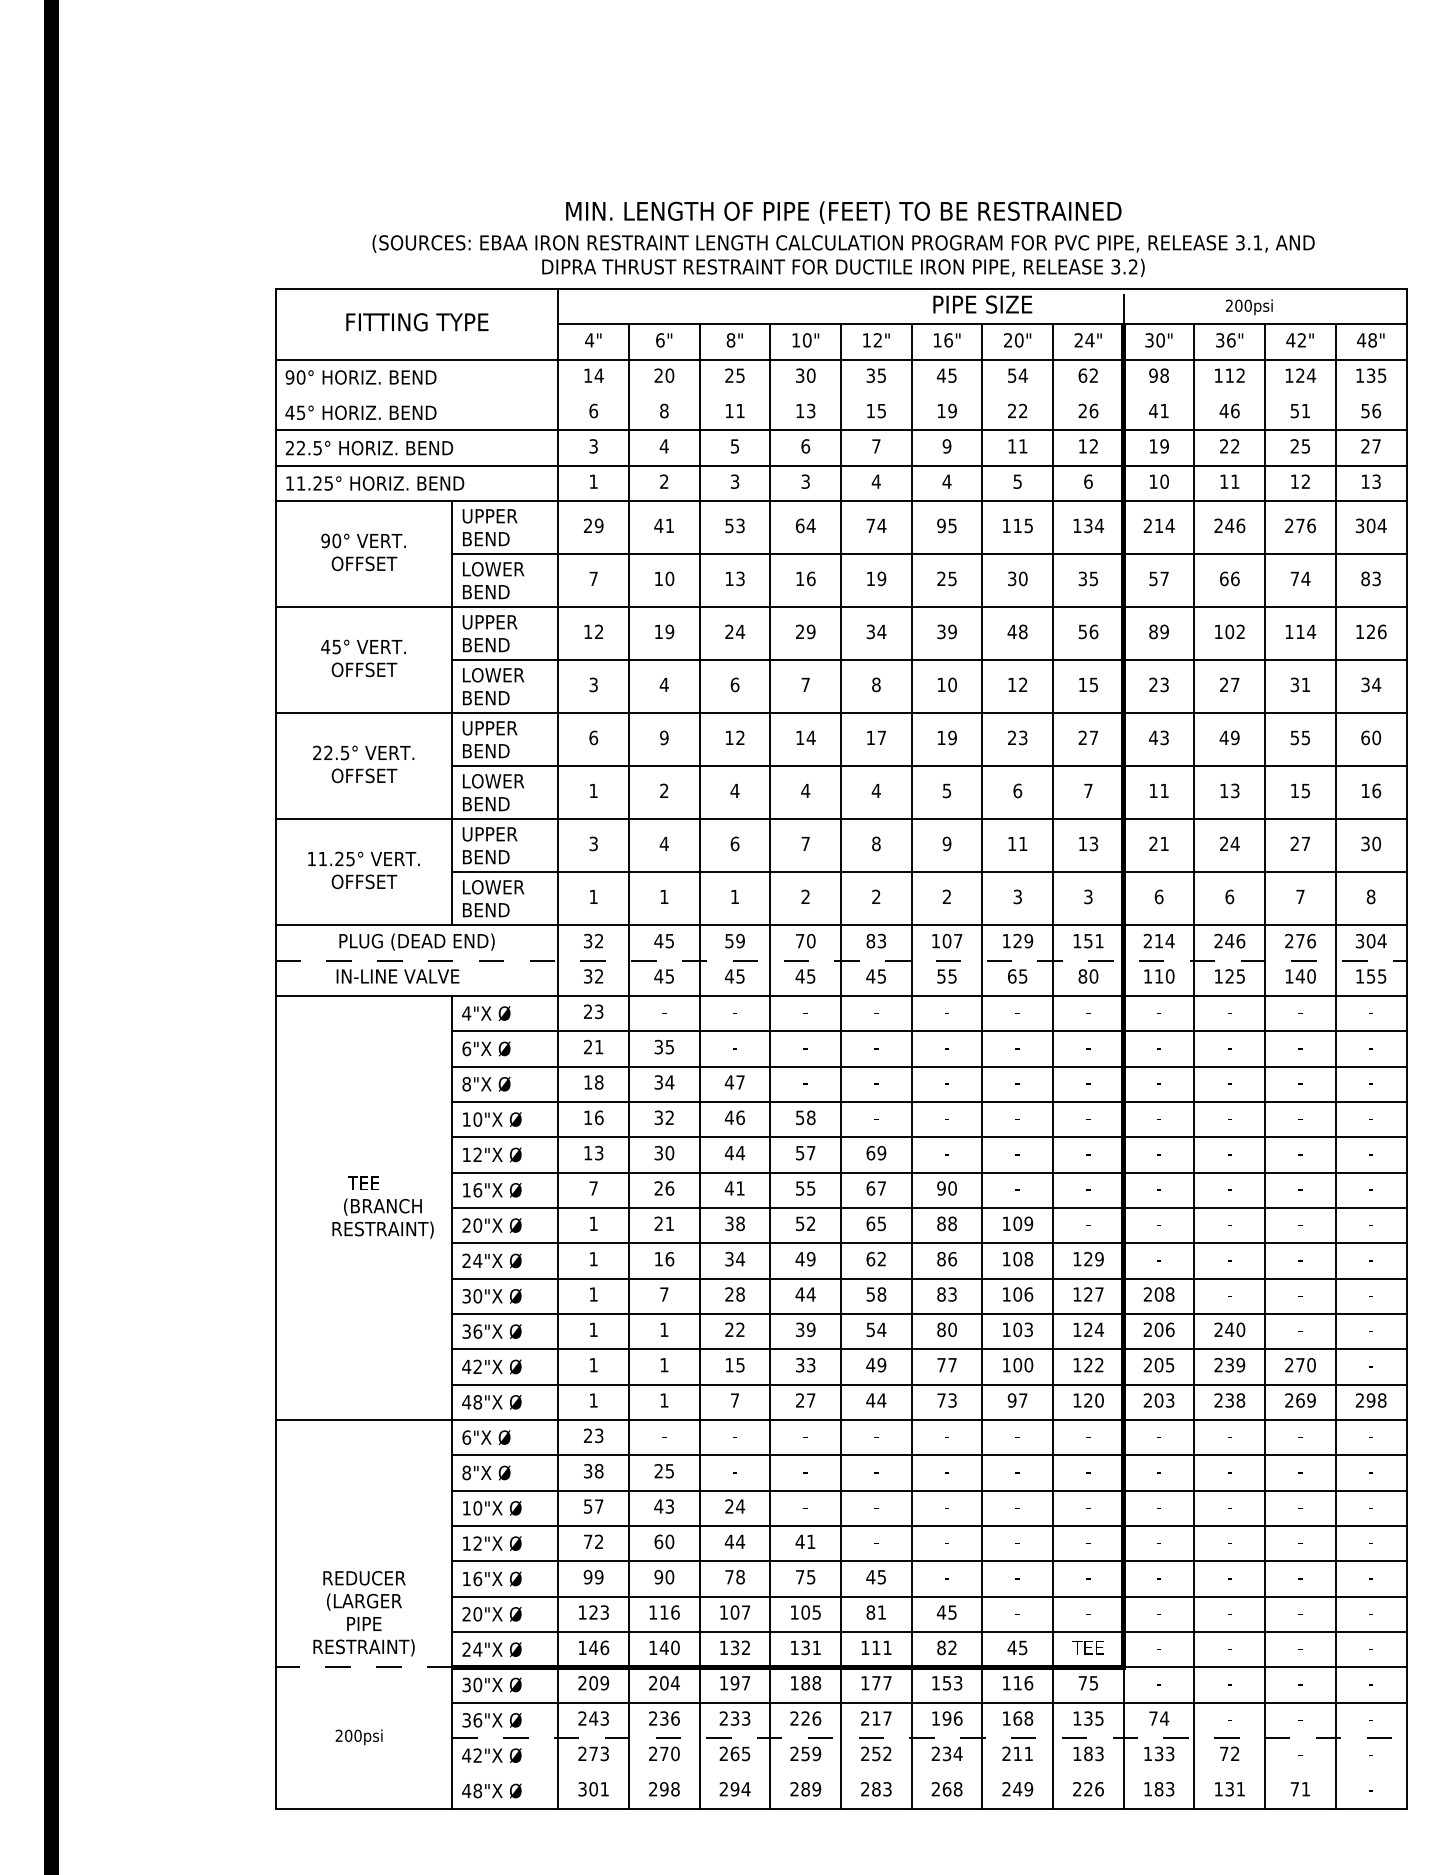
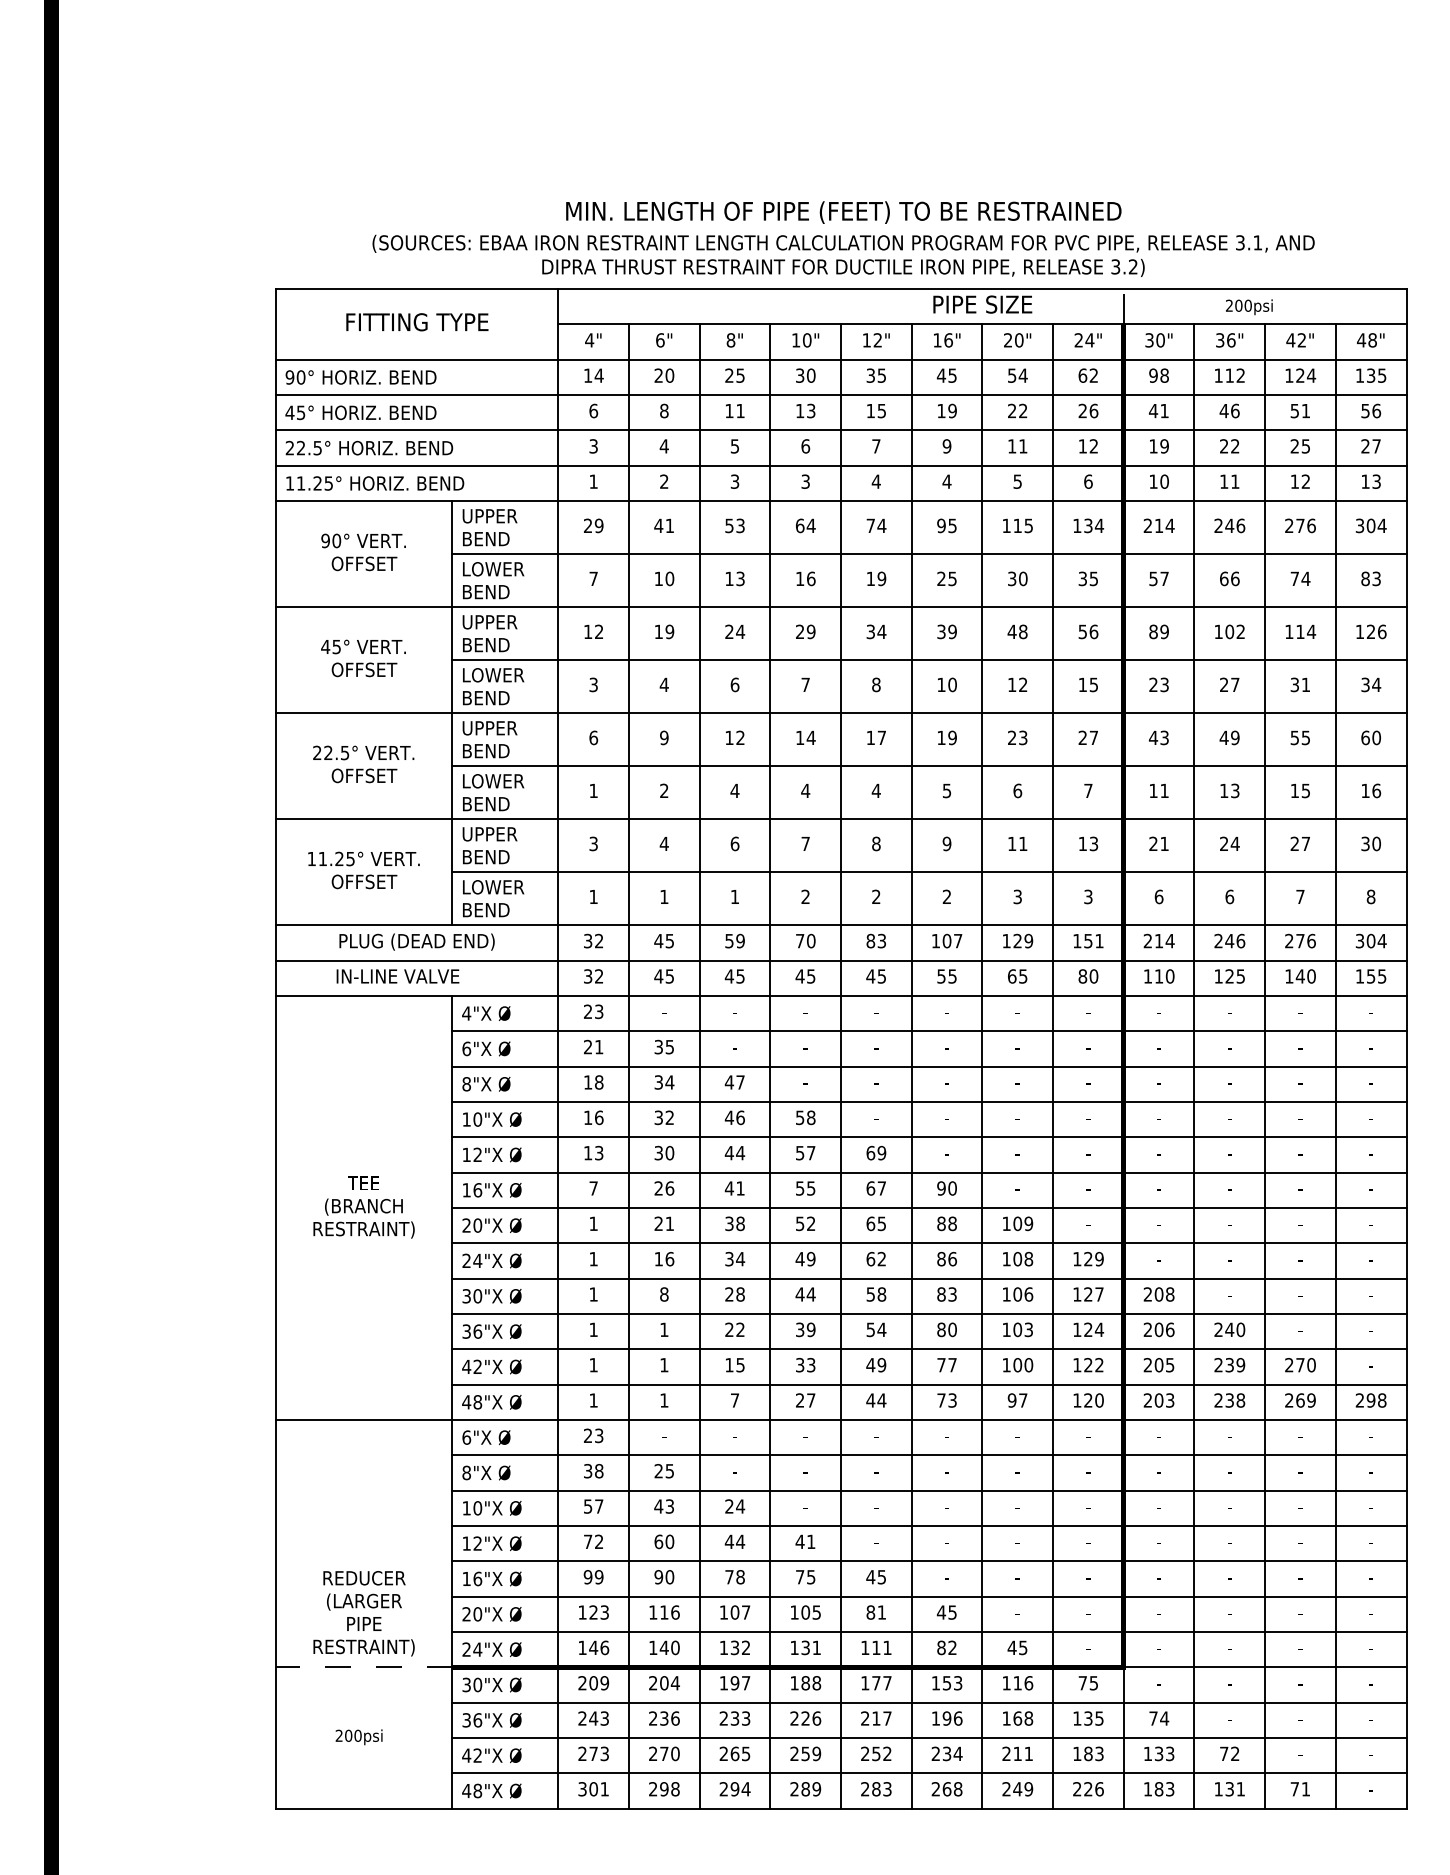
line at (840, 395): none -> present
line at (841, 960): dashed -> solid
text at (382, 1218) position: (382, 1218) -> (363, 1218)
text at (664, 1294): 7 -> 8
text at (1087, 1647): TEE -> -
line at (929, 1738): dashed -> solid
line at (929, 1773): none -> present
